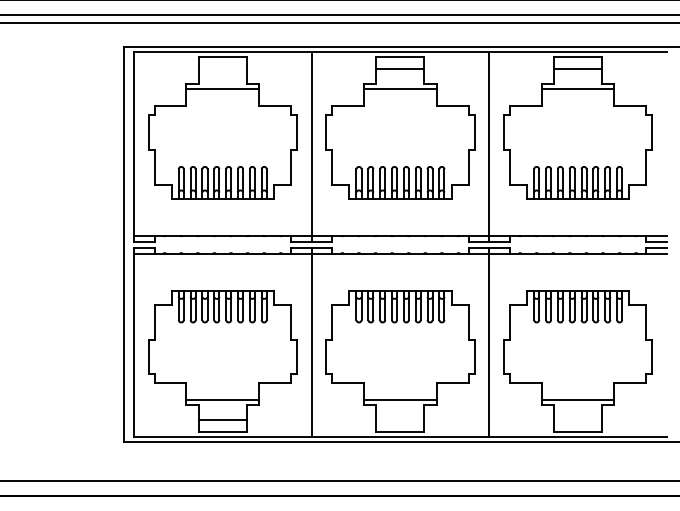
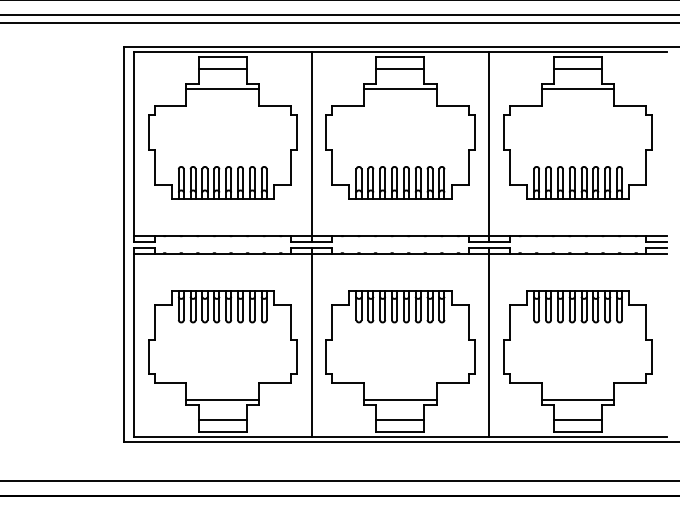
line at (222, 69): none -> present
line at (400, 420): none -> present
line at (578, 420): none -> present
